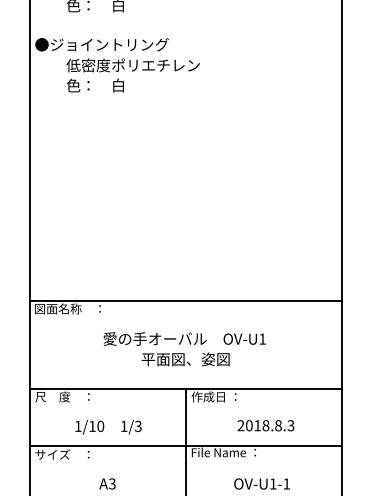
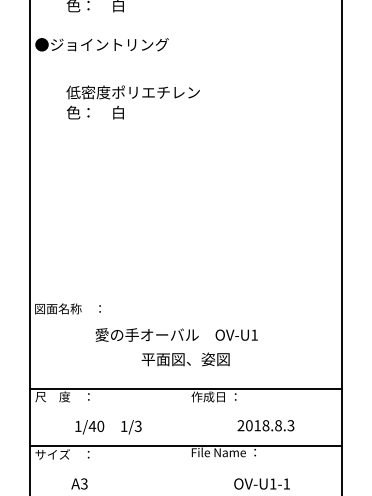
text at (132, 75) position: (132, 75) -> (132, 102)
line at (185, 301): present -> none
text at (184, 338) position: (184, 338) -> (176, 334)
text at (92, 426): 1/10 -> 1/40
line at (186, 440): present -> none
text at (107, 483) position: (107, 483) -> (79, 483)
